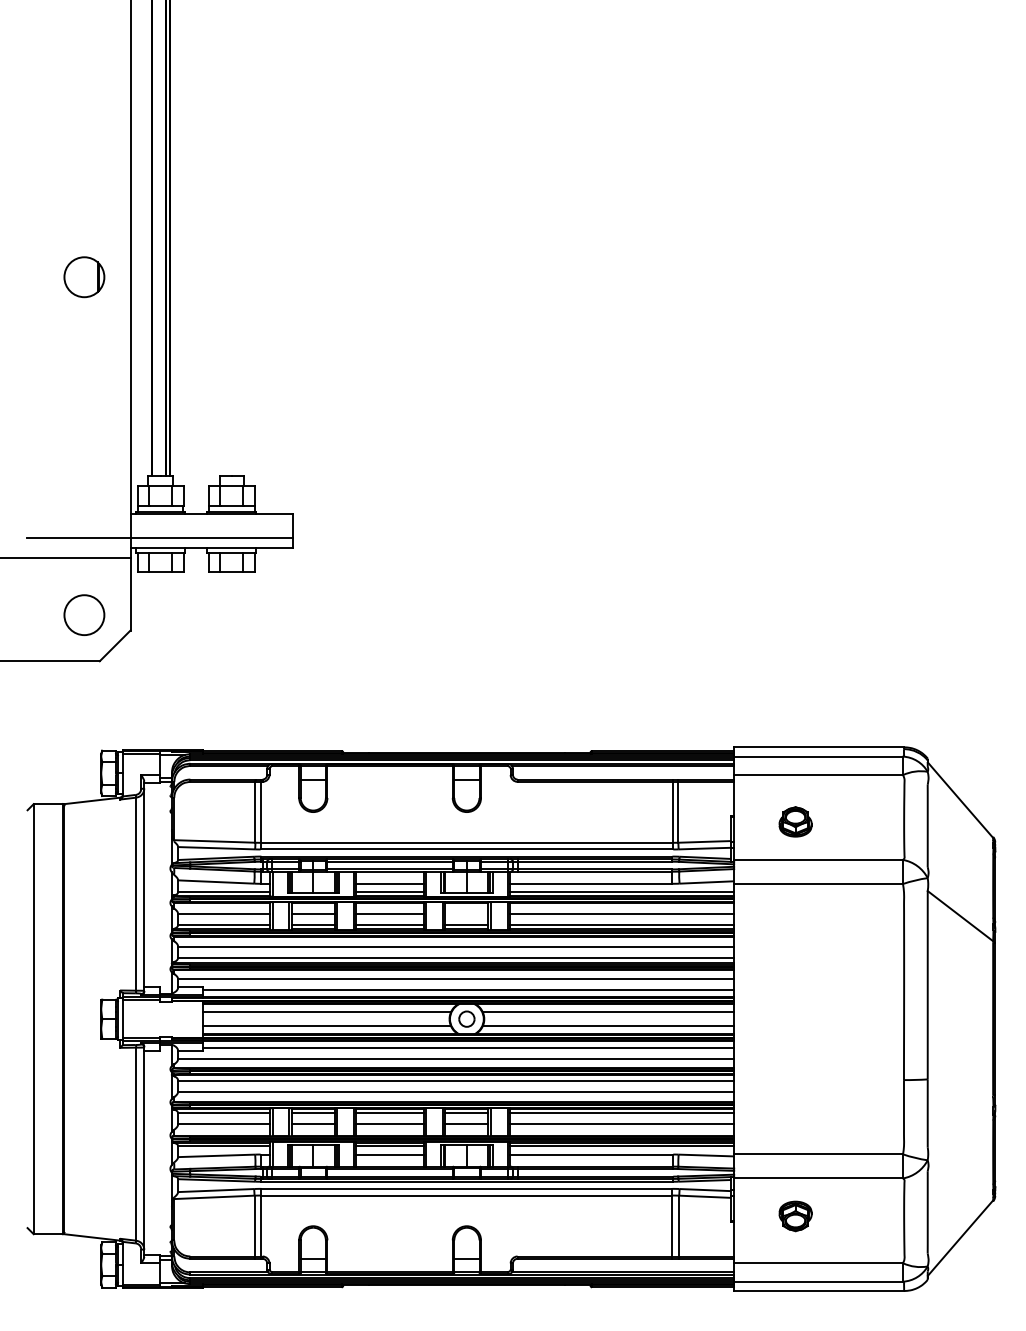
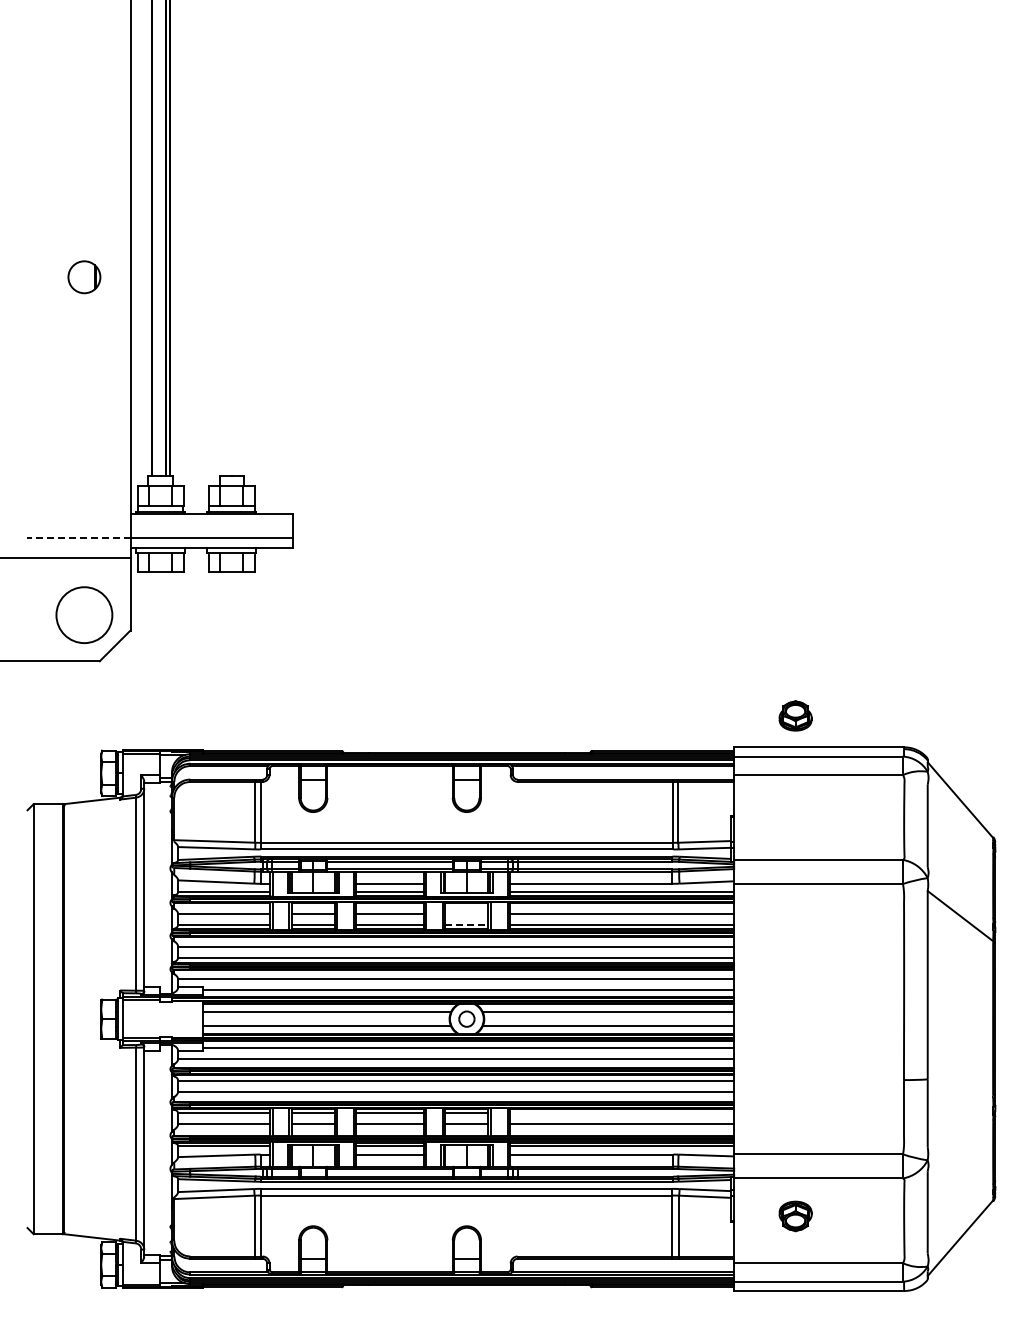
part at (84, 277) size: 43x43 px -> 35x35 px
line at (78, 538): solid -> dashed
circle at (84, 615) diameter: 40 px -> 56 px
part at (795, 821) position: (795, 821) -> (795, 715)
line at (466, 924): solid -> dashed
line at (621, 1113): present -> none
